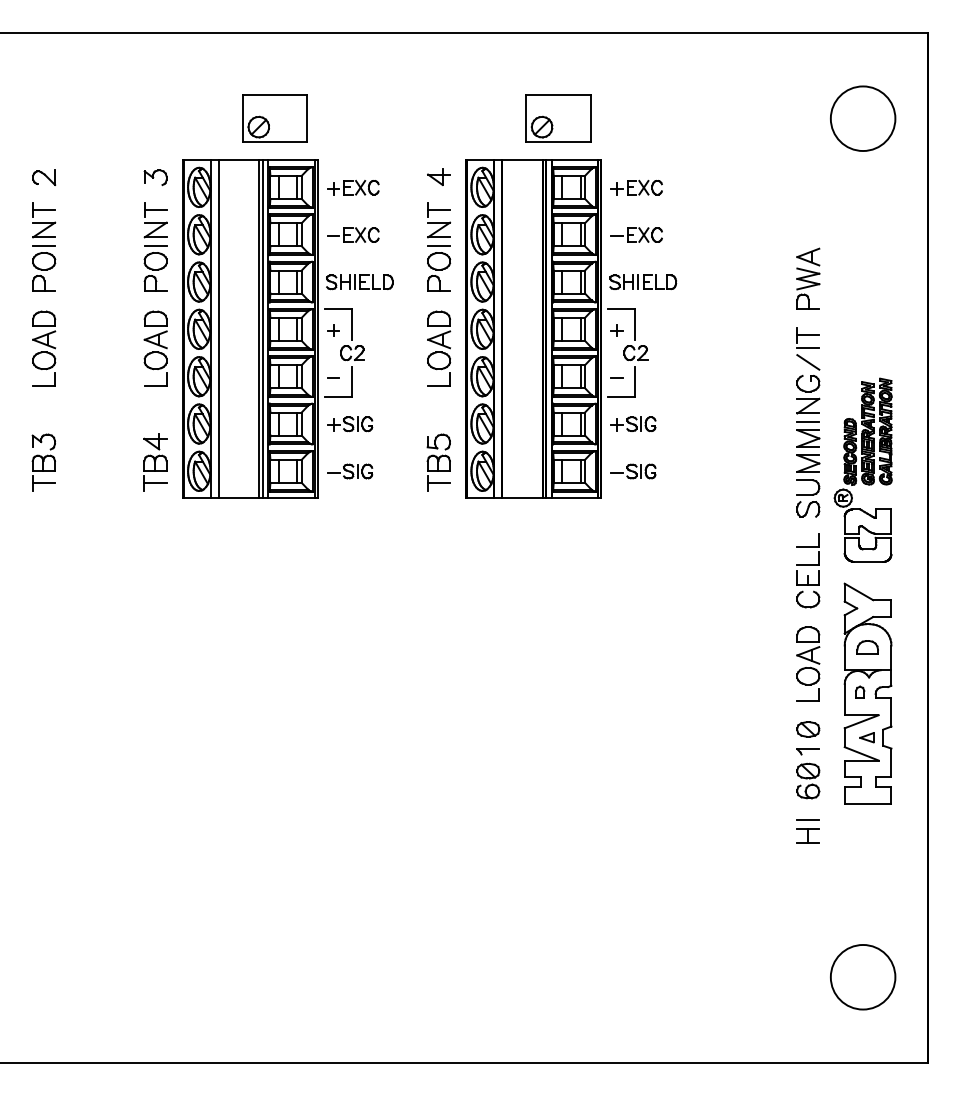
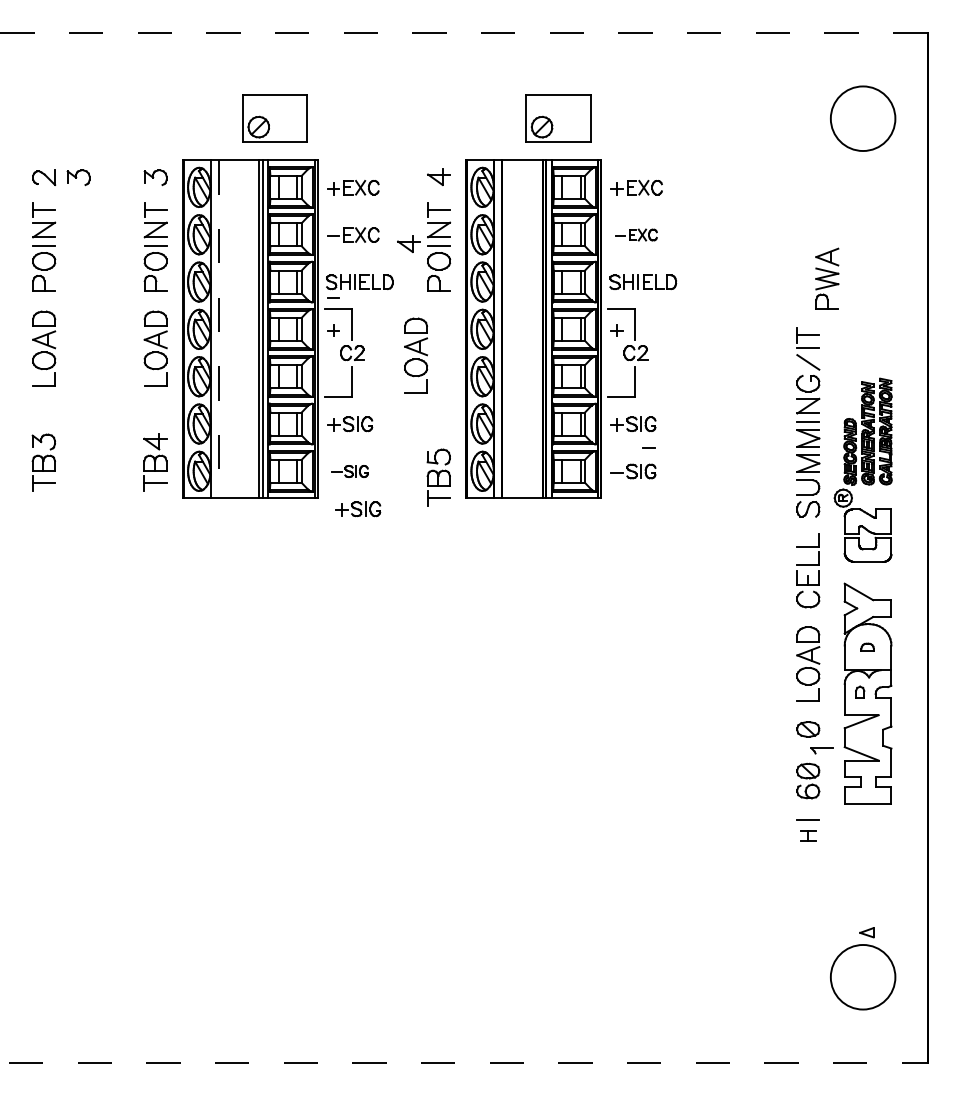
line at (463, 32): solid -> dashed
part at (78, 177): none -> present
part at (636, 234) size: 53x16 px -> 43x14 px
part at (408, 243): none -> present
part at (808, 278) position: (808, 278) -> (827, 278)
line at (218, 329): solid -> dashed
part at (439, 348) position: (439, 348) -> (416, 355)
line at (333, 377) position: (333, 377) -> (333, 297)
line at (616, 377) position: (616, 377) -> (648, 447)
part at (438, 462) position: (438, 462) -> (438, 477)
part at (350, 471) size: 47x17 px -> 38x13 px
part at (358, 509): none -> present
part at (867, 647) size: 23x15 px -> 15x10 px
part at (866, 737) position: (866, 737) -> (866, 932)
part at (807, 751) position: (807, 751) -> (821, 750)
part at (807, 835) size: 24x16 px -> 17x12 px
line at (464, 1063): solid -> dashed
